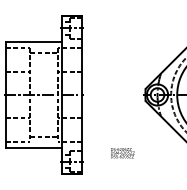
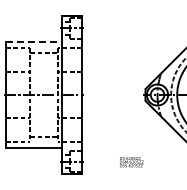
line at (34, 41): solid -> dashed
text at (122, 153) position: (122, 153) -> (131, 162)
